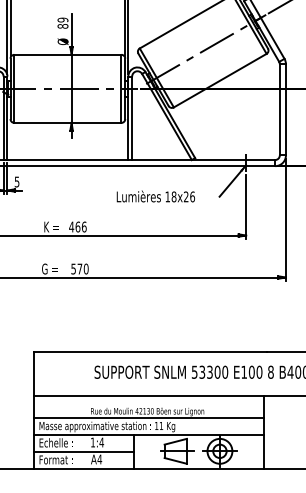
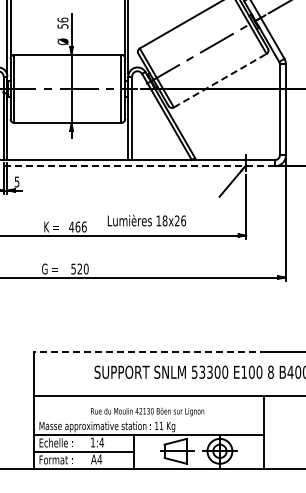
text at (62, 22): 89 -> 56
line at (220, 80): solid -> dashed
line at (138, 166): solid -> dashed
text at (155, 196) position: (155, 196) -> (146, 220)
text at (79, 268): 570 -> 520
line at (149, 352): solid -> dashed
line at (148, 418): present -> none
